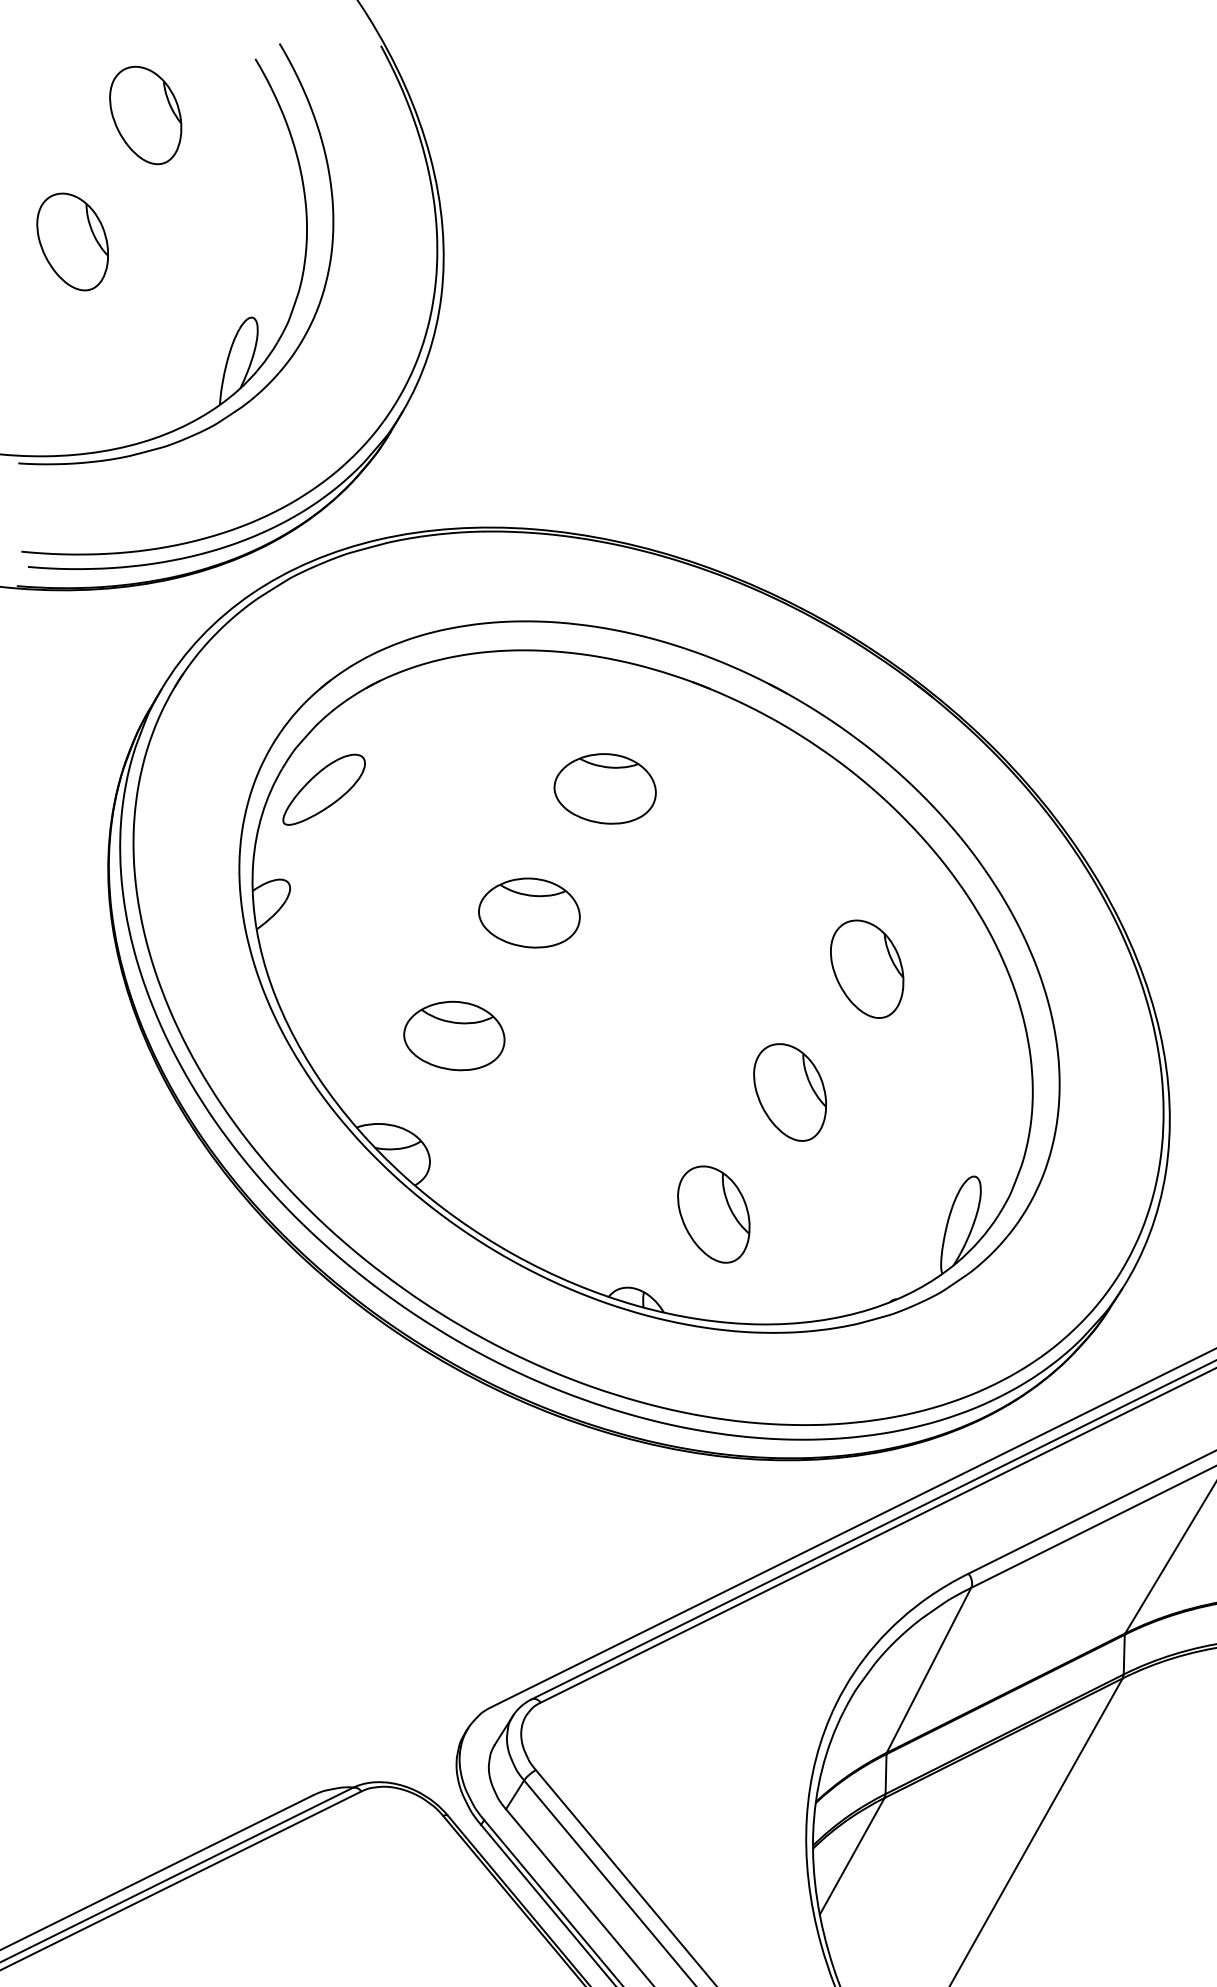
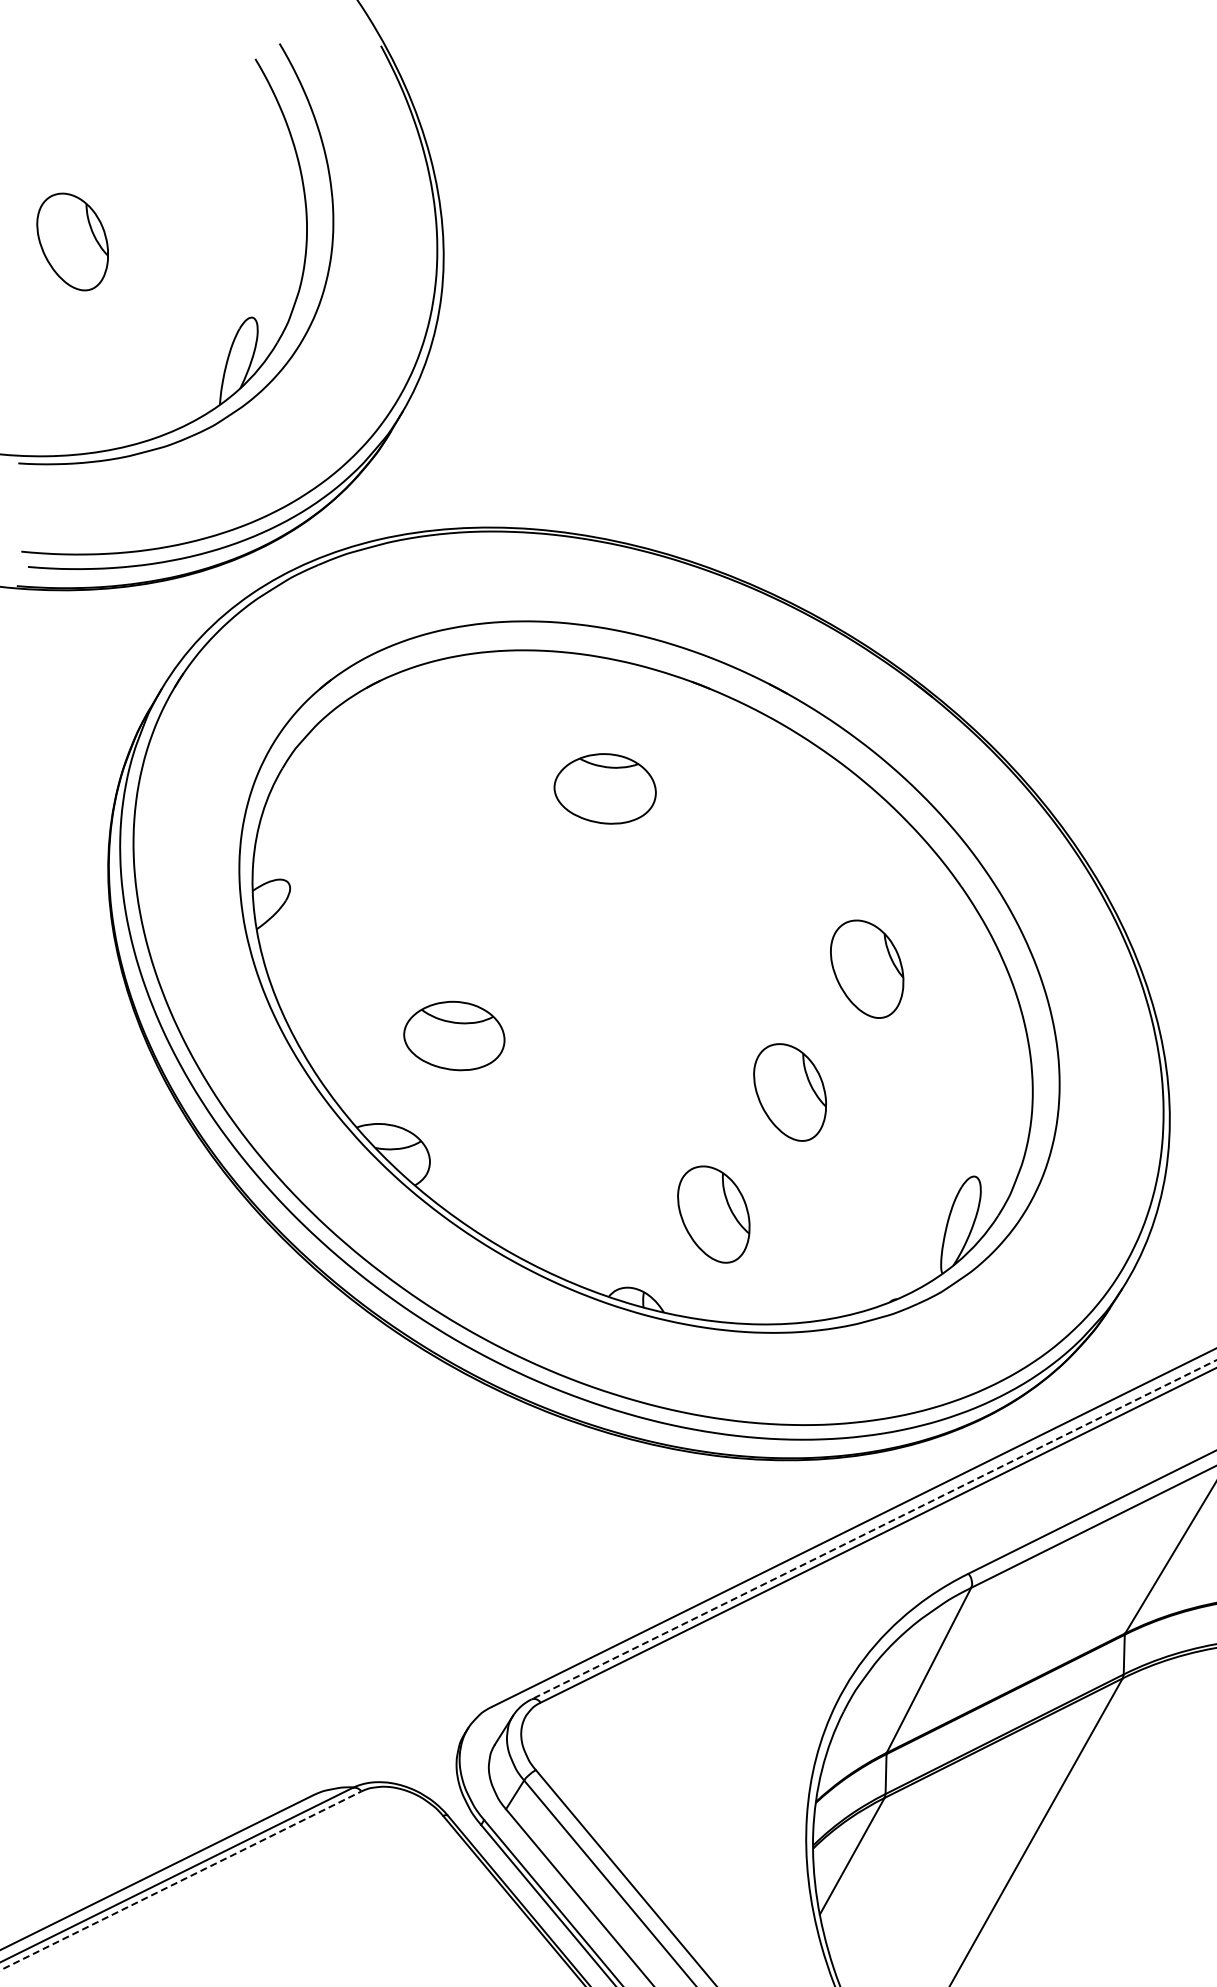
part at (145, 115): present -> none
part at (323, 789): present -> none
part at (529, 912): present -> none
line at (873, 1529): solid -> dashed
line at (181, 1880): solid -> dashed
